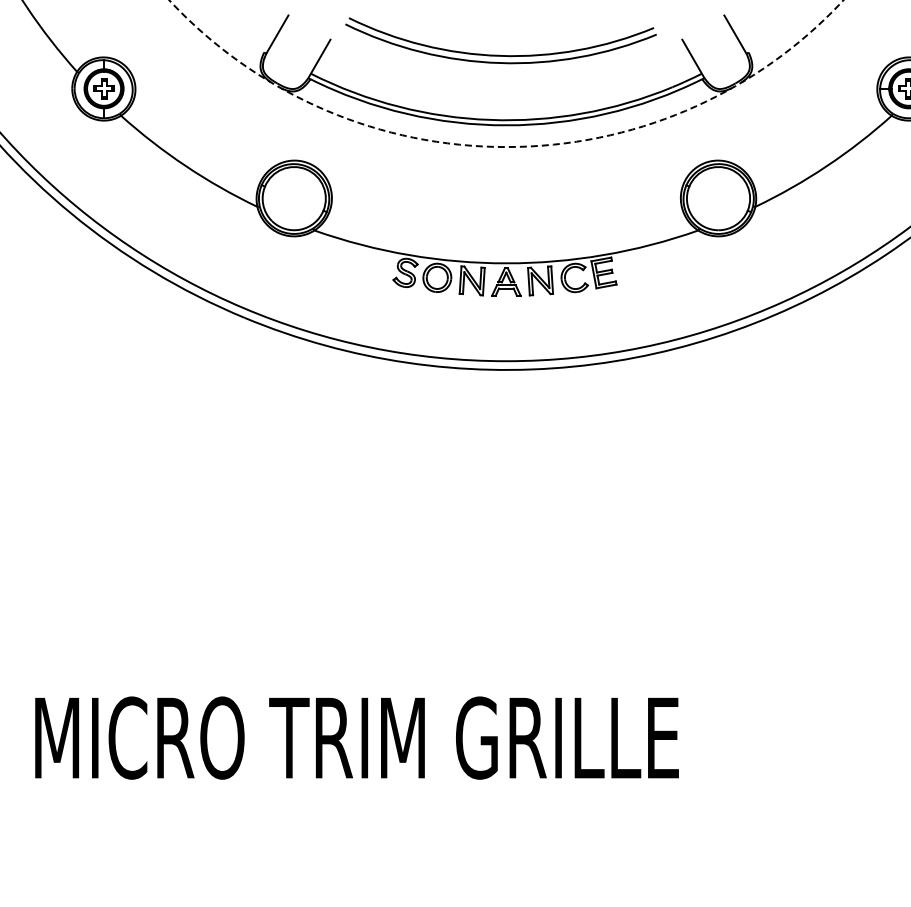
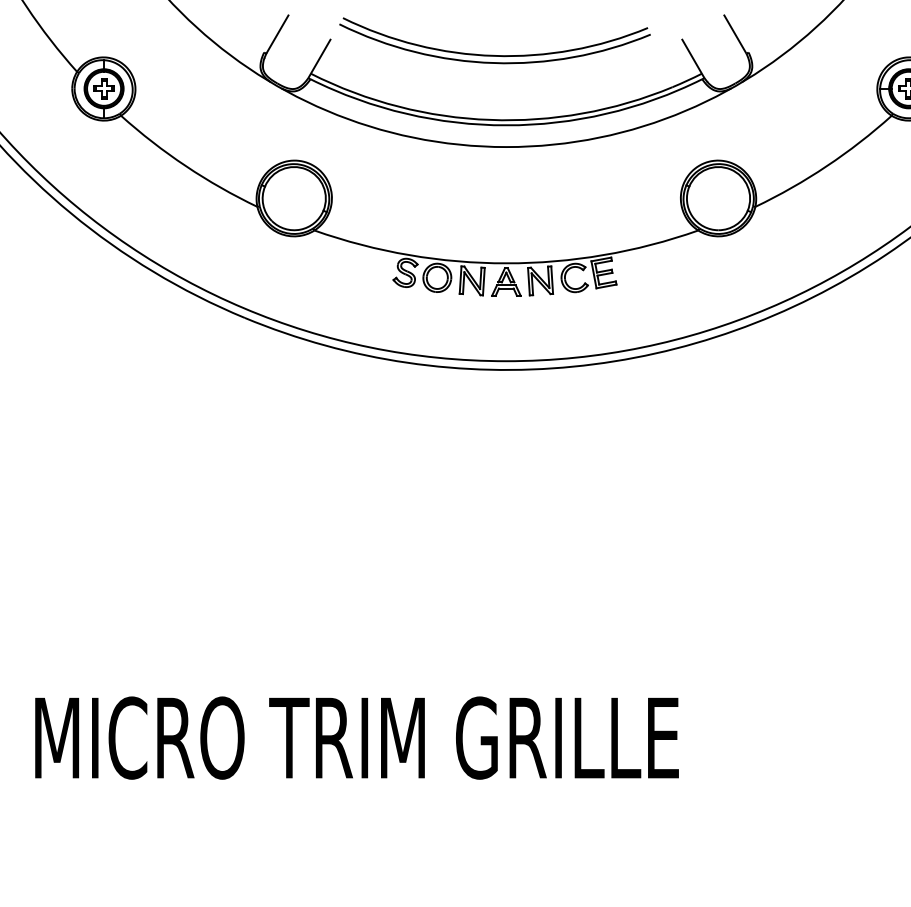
part at (499, 54) position: (499, 54) -> (493, 54)
arc at (506, 147): dashed -> solid
